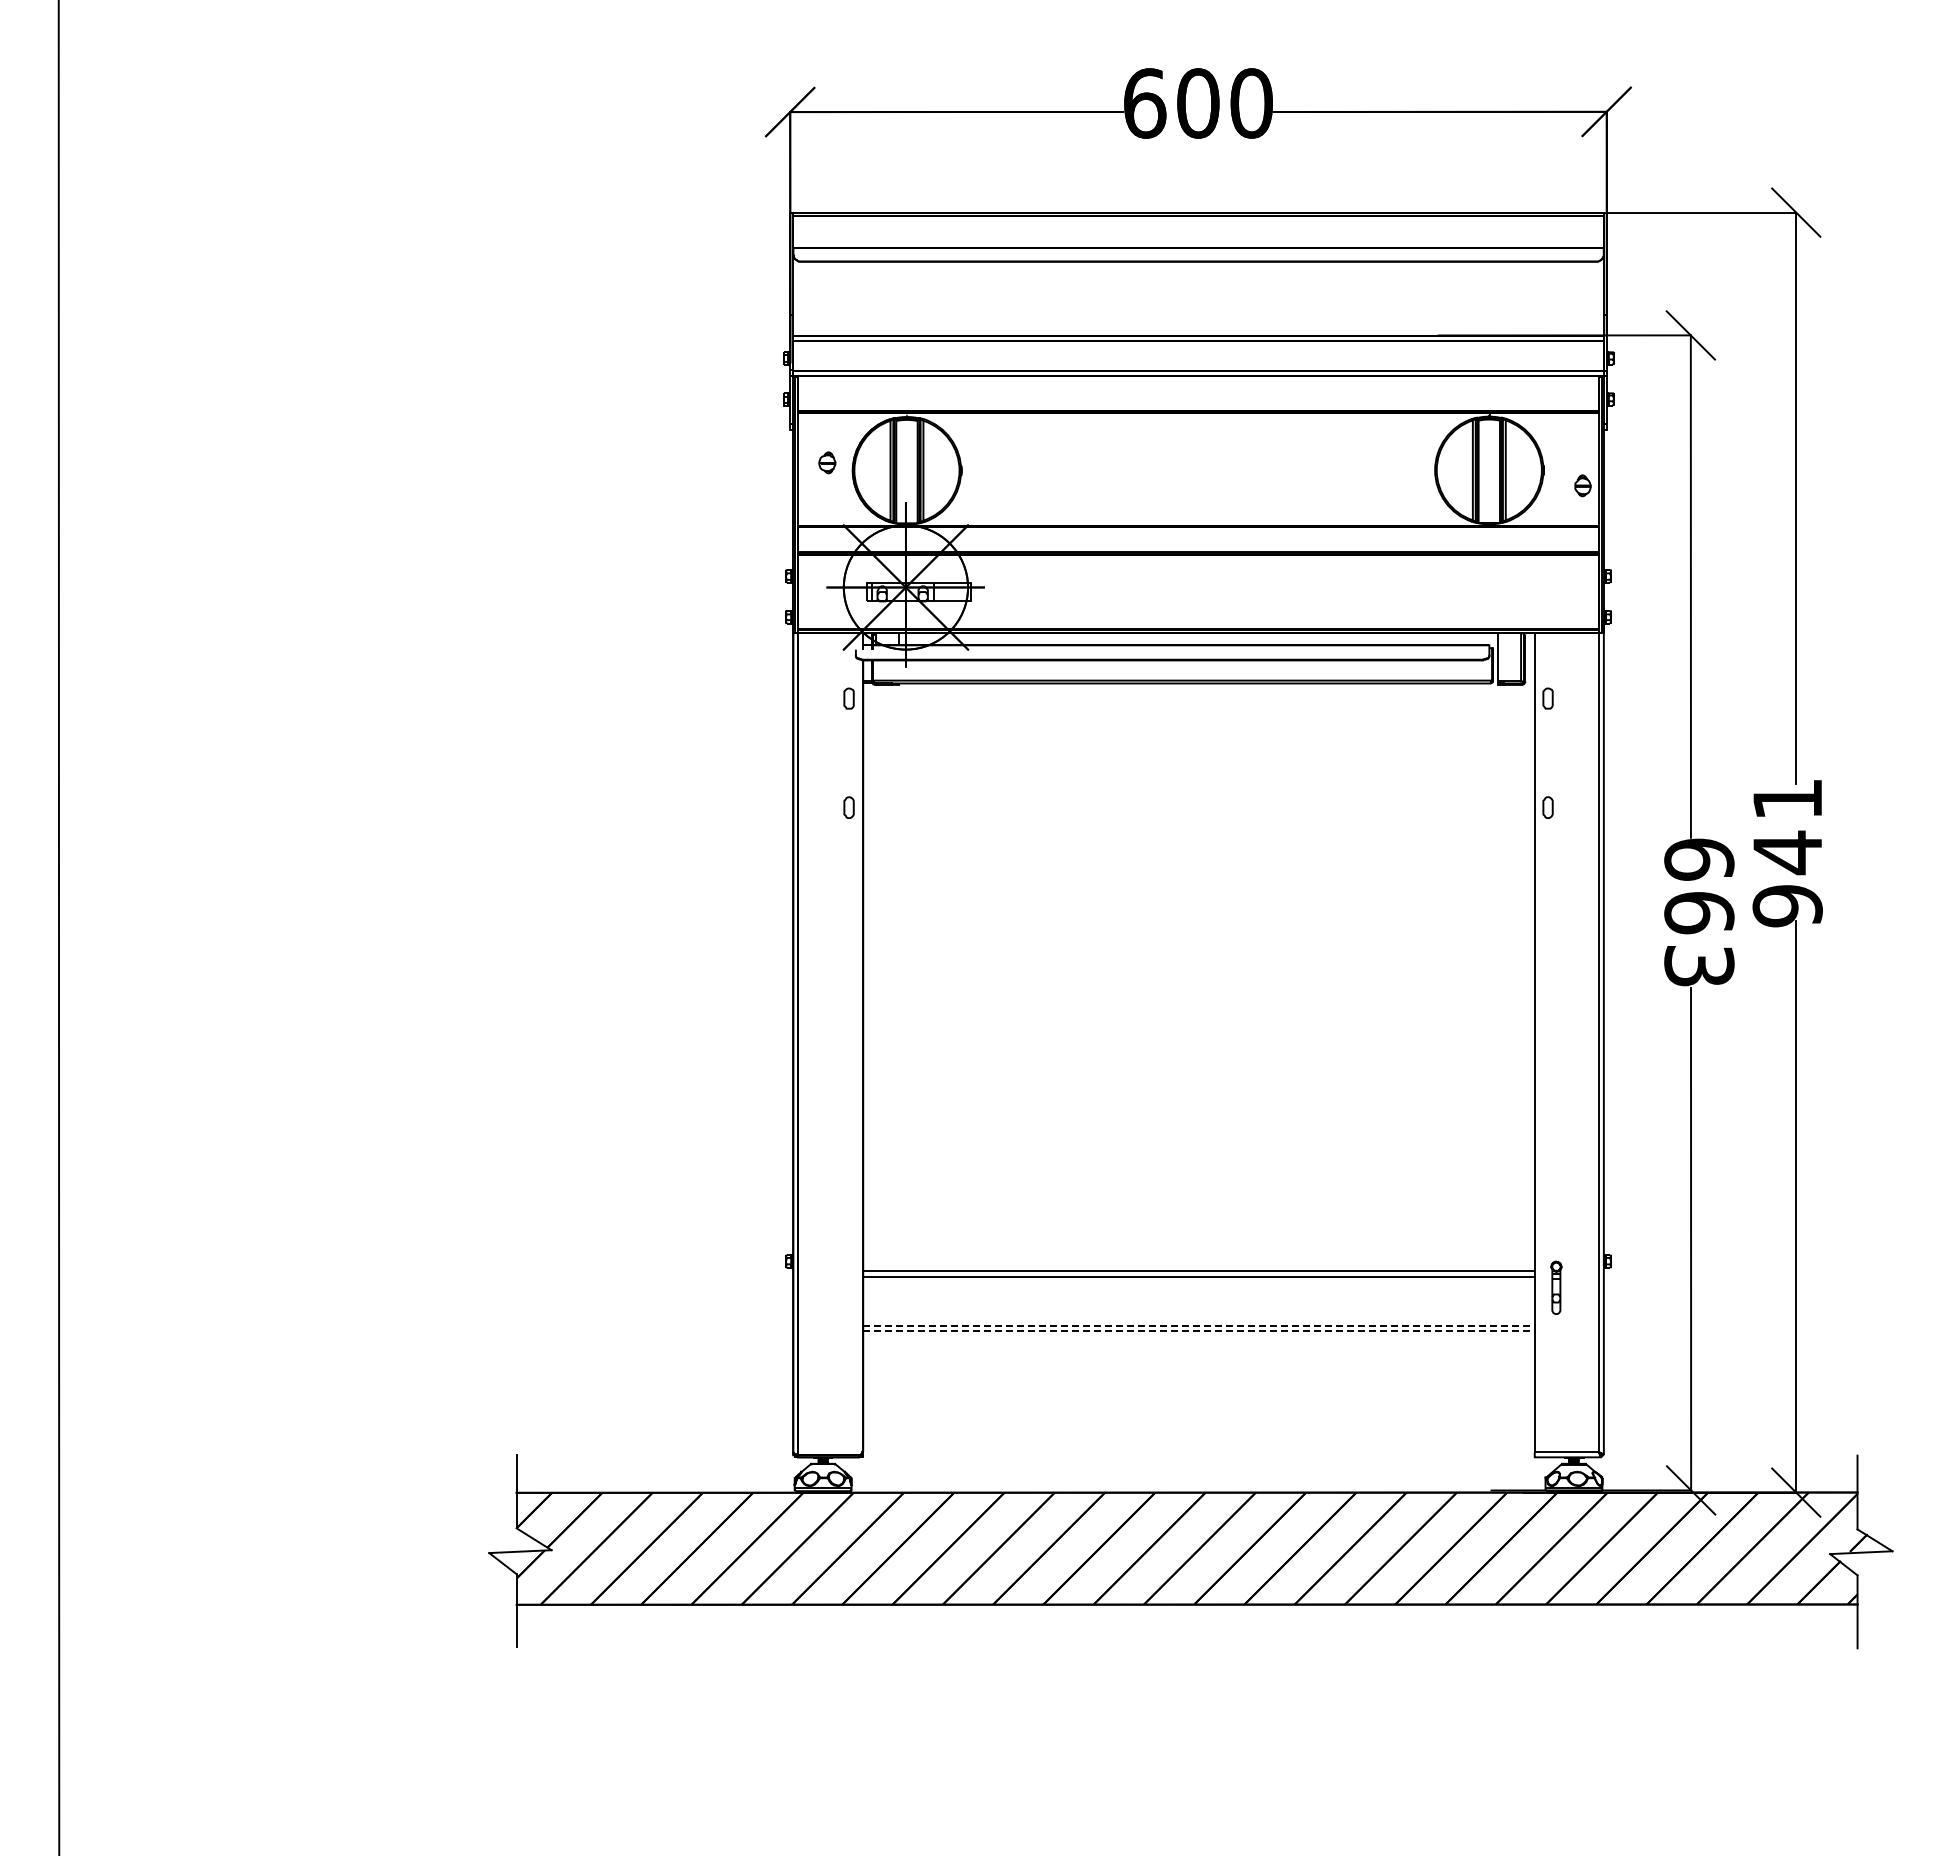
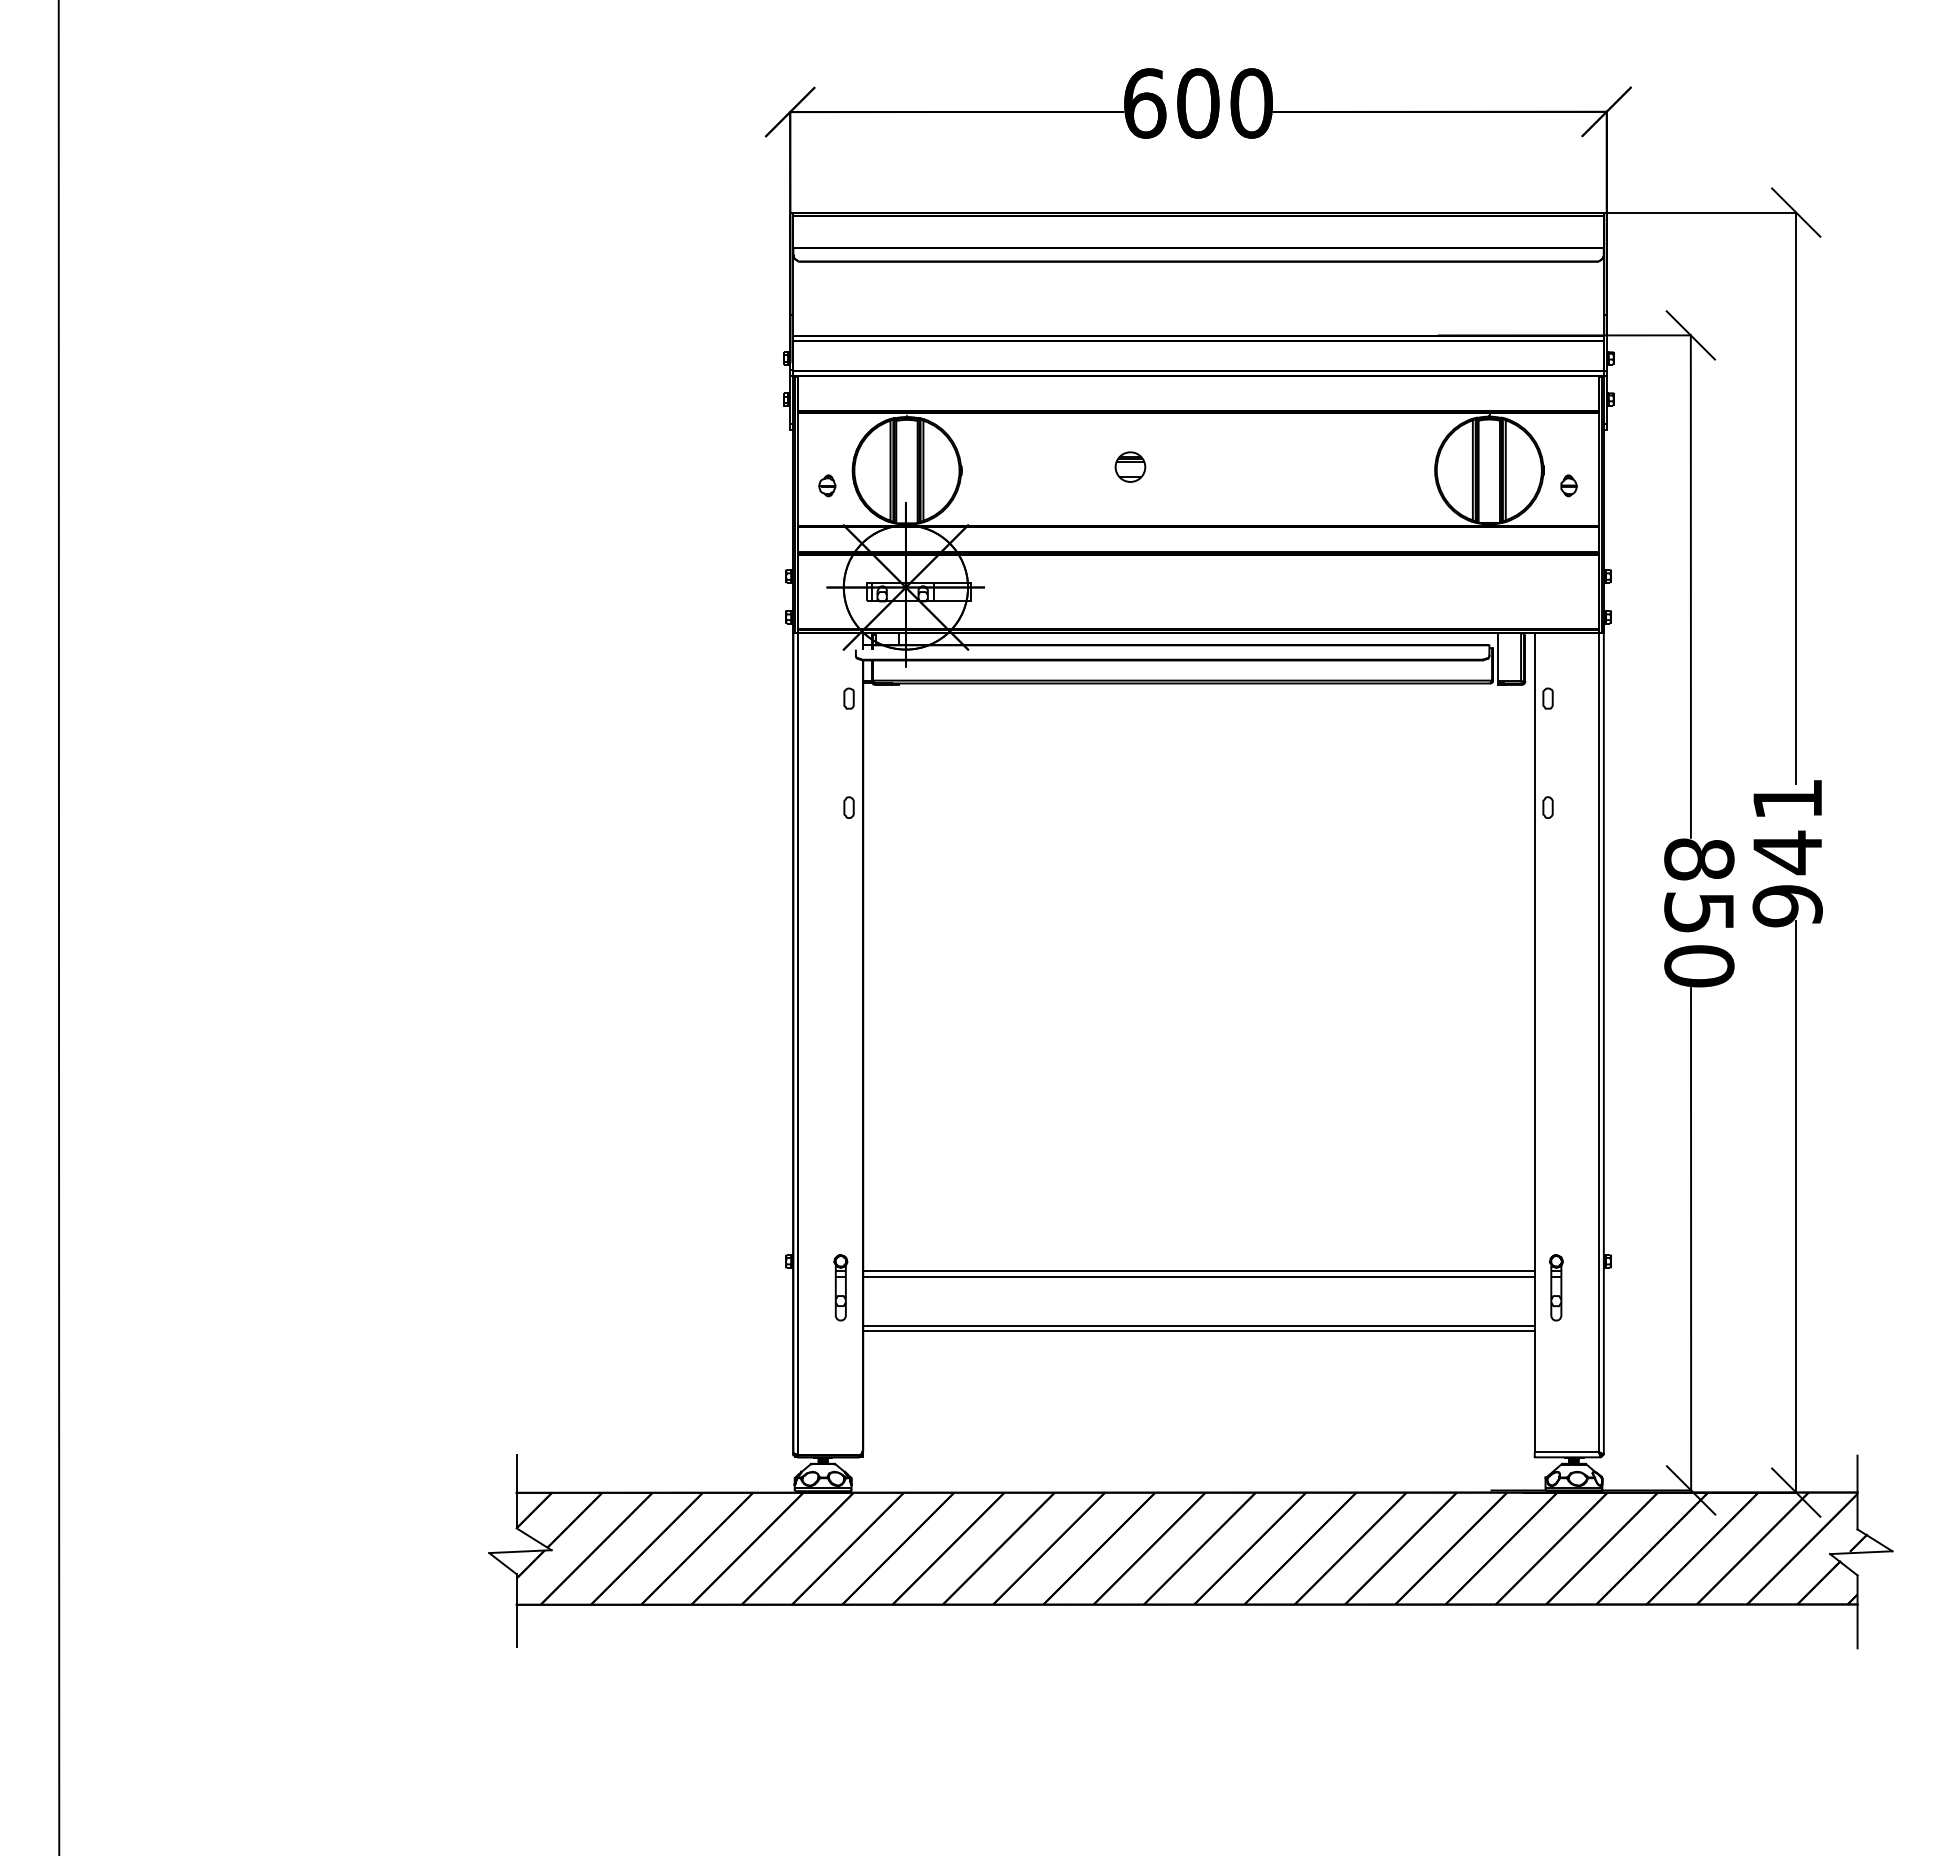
part at (827, 462) position: (827, 462) -> (827, 485)
part at (1130, 466): none -> present
part at (1582, 485) position: (1582, 485) -> (1568, 485)
text at (1699, 912): 663 -> 850
part at (840, 1287): none -> present
part at (1556, 1287) size: 13x55 px -> 15x68 px
line at (1198, 1325): dashed -> solid
line at (1198, 1331): dashed -> solid
